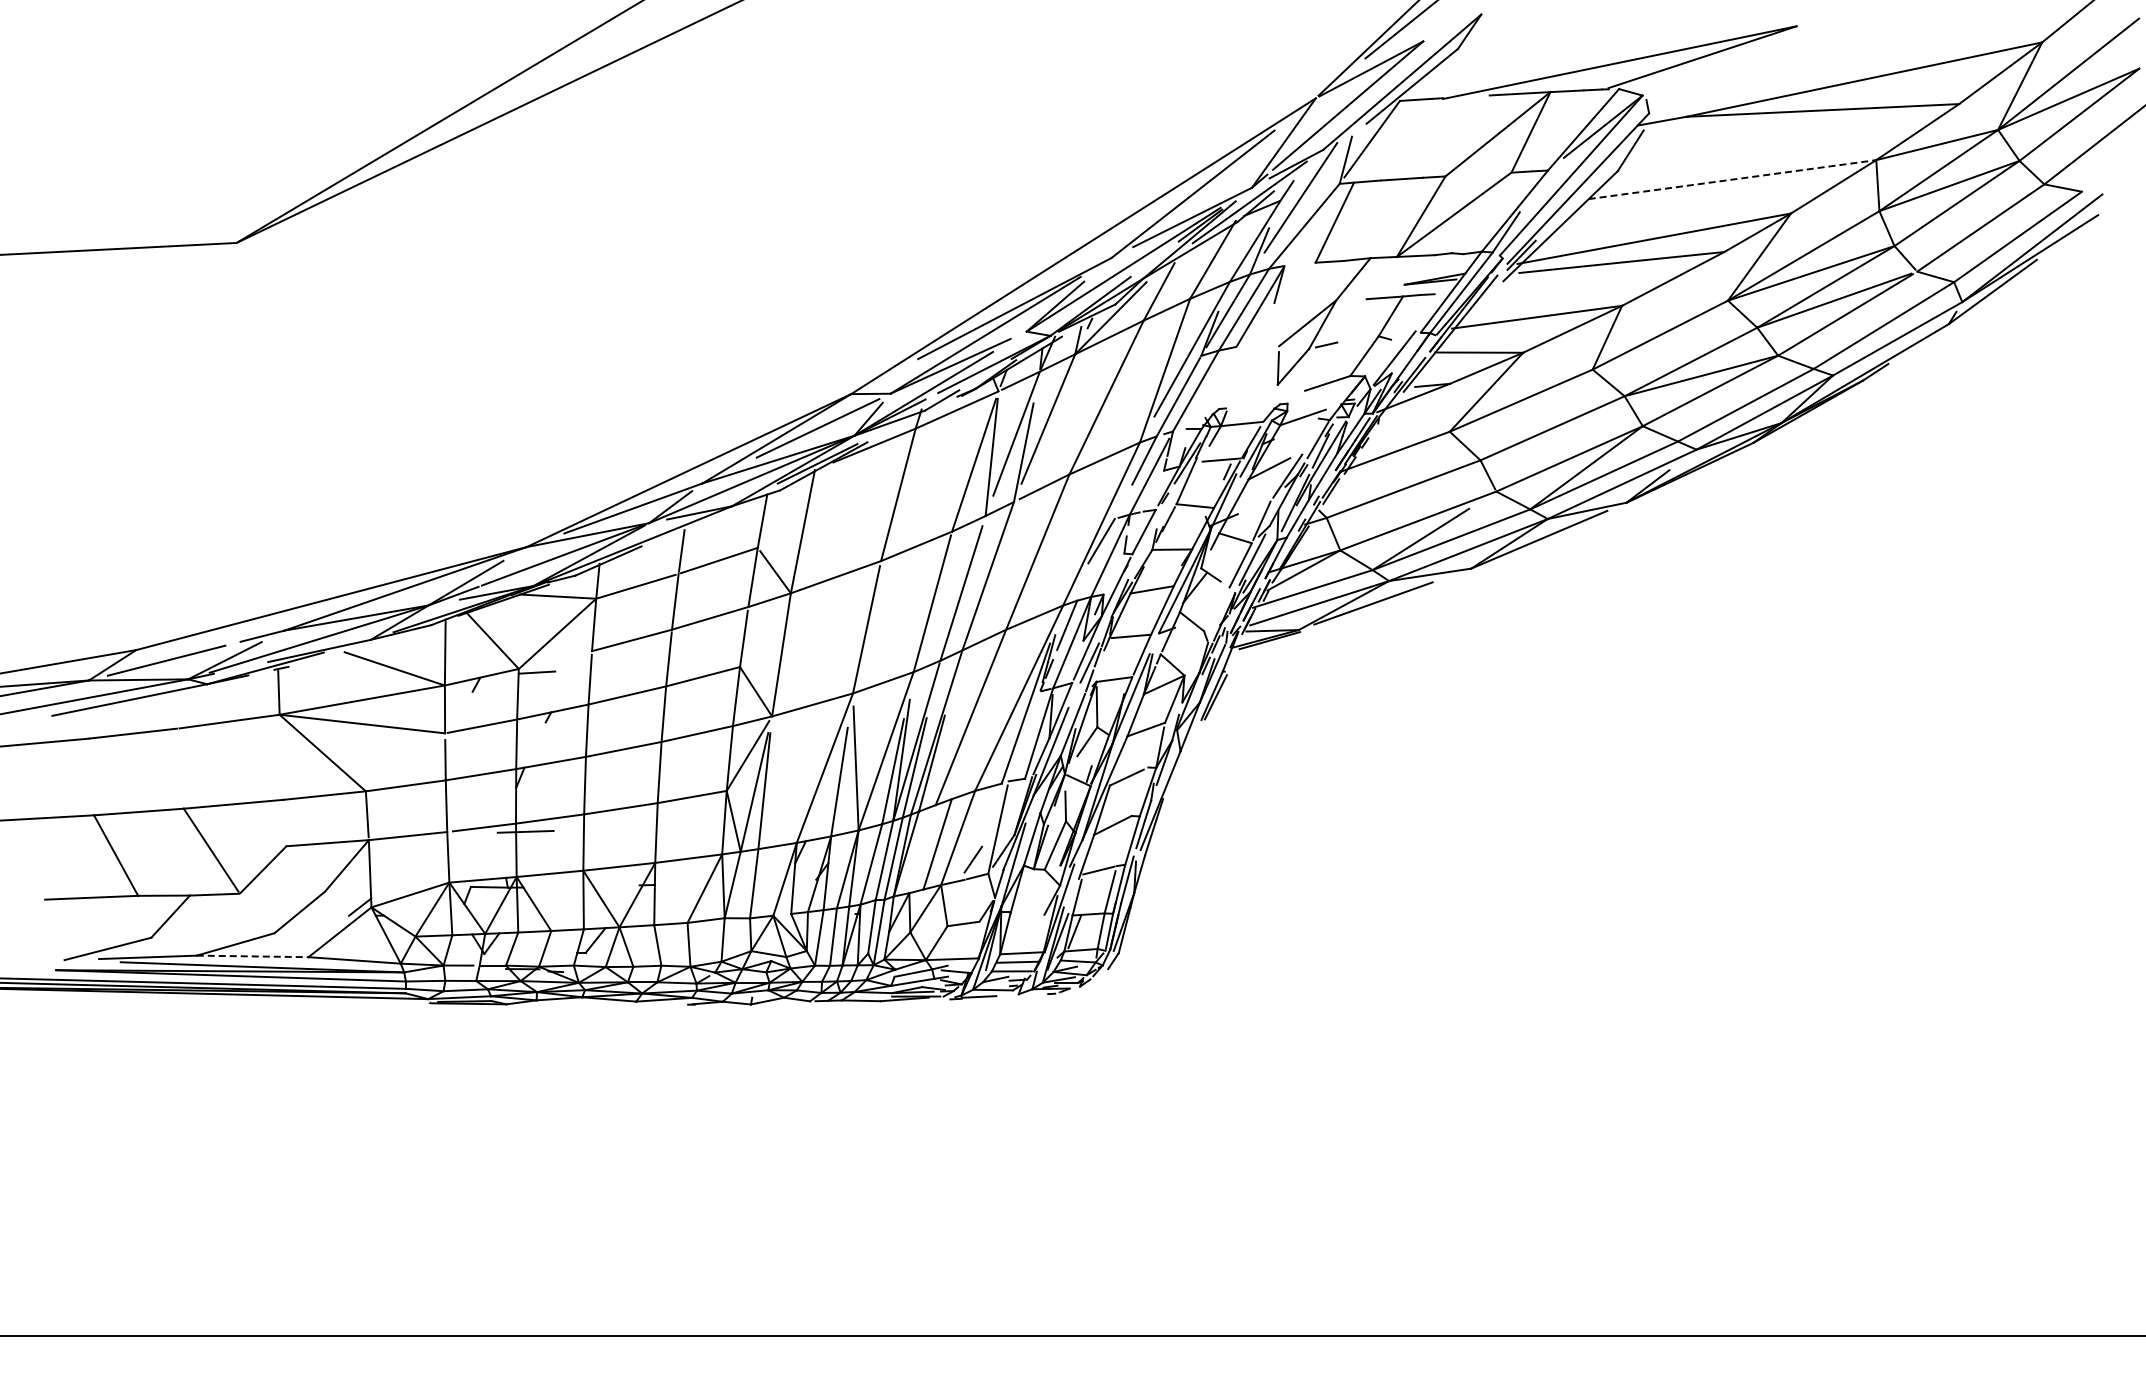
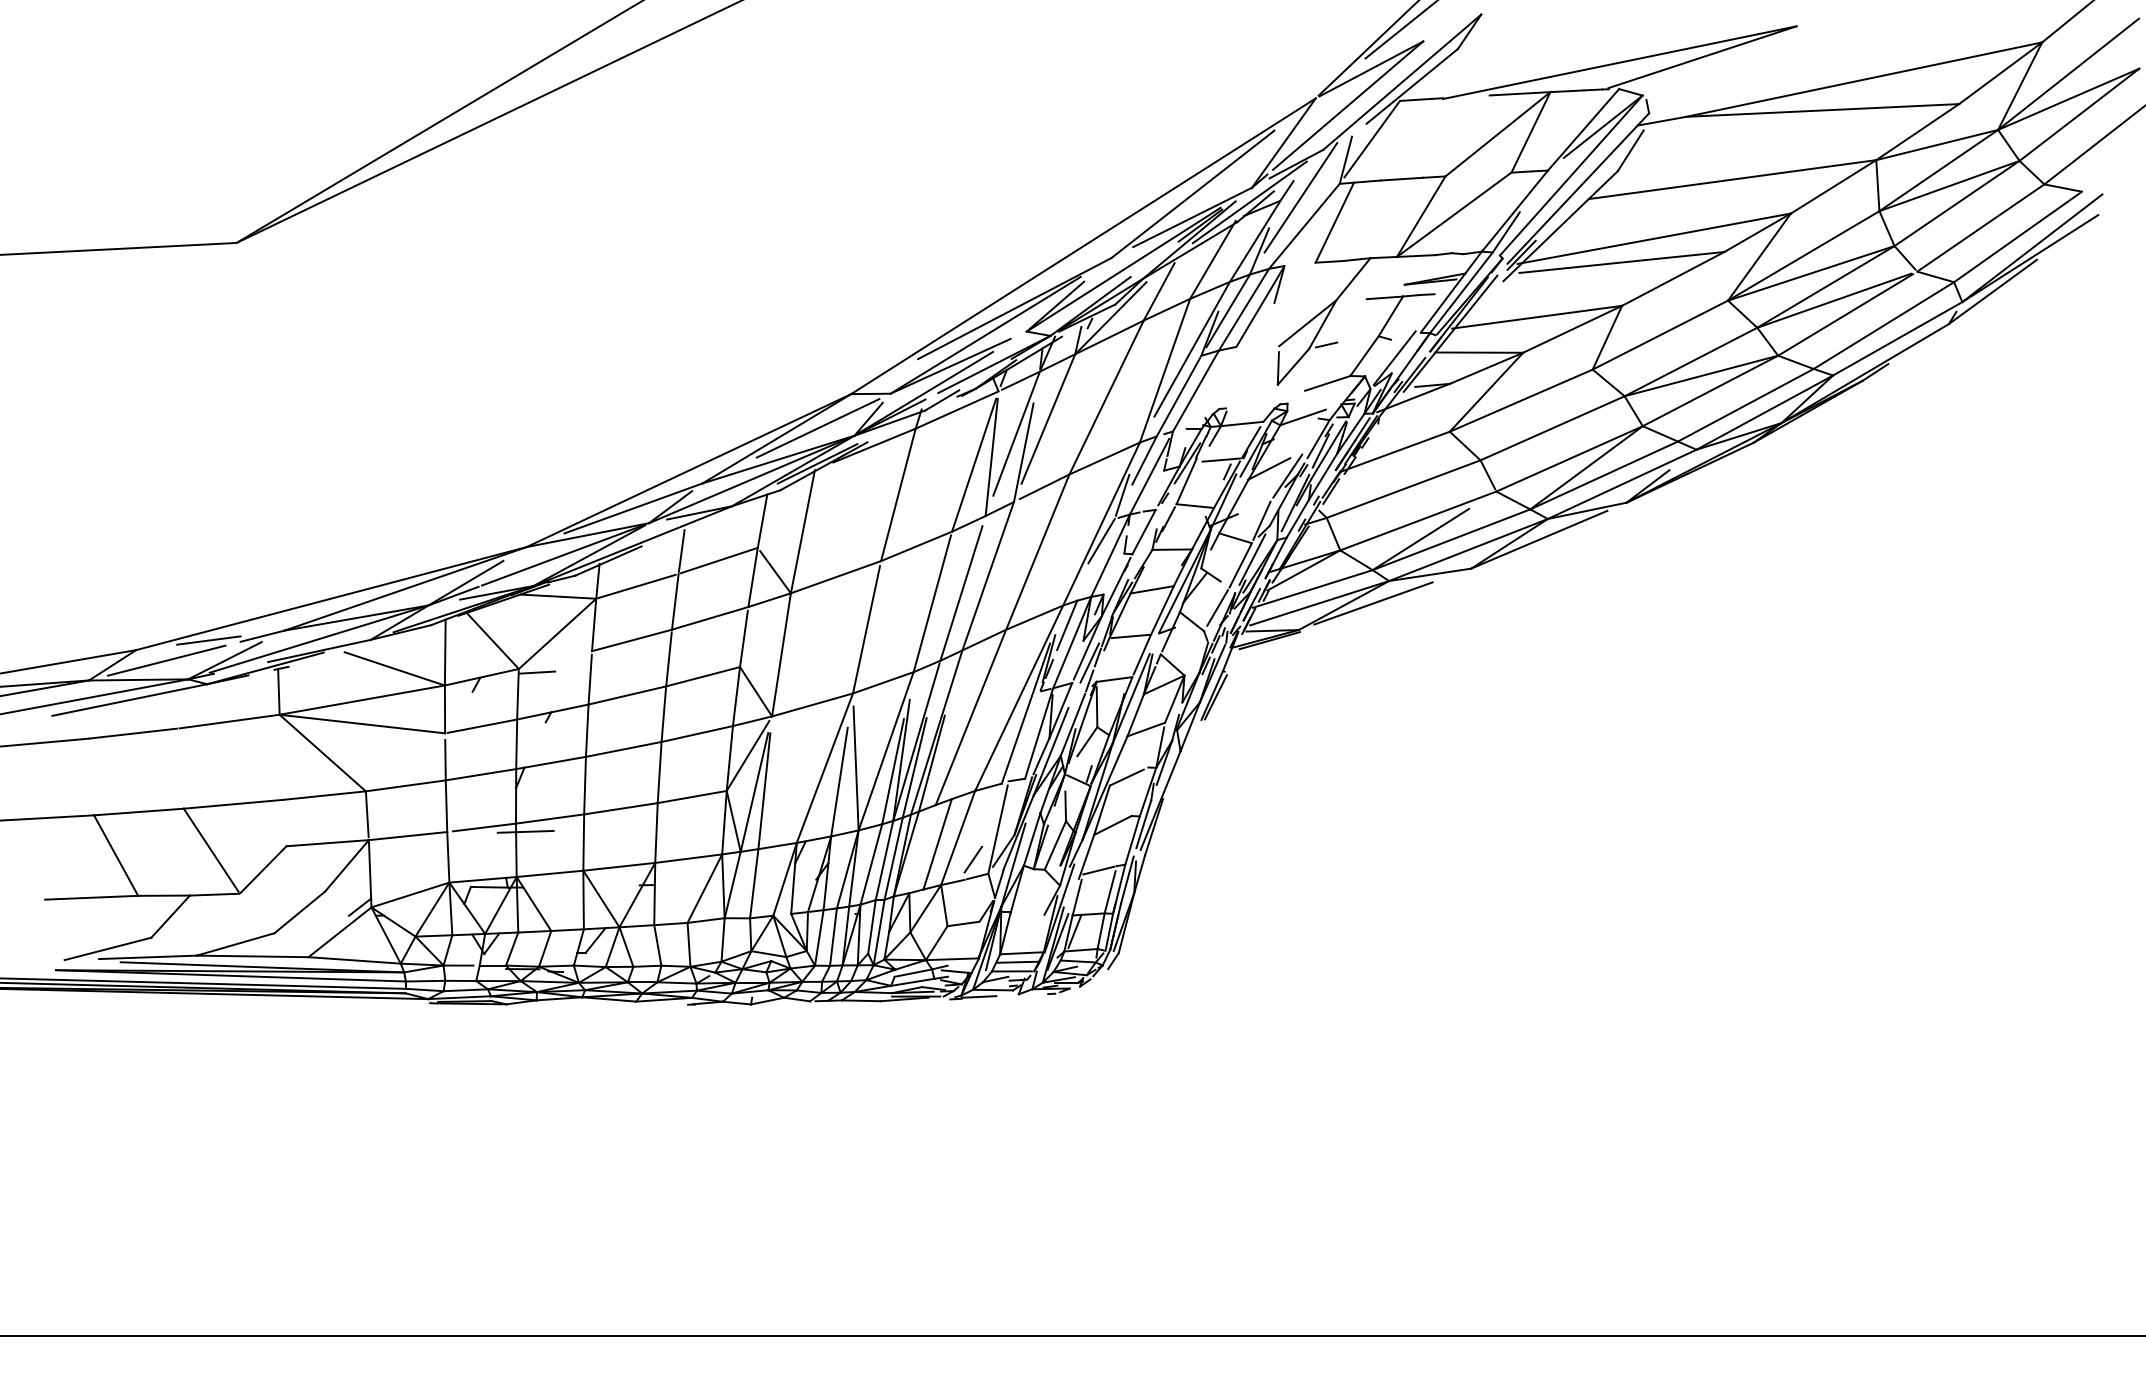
line at (1733, 179): dashed -> solid
line at (1122, 494): none -> present
line at (1217, 607): none -> present
line at (208, 640): none -> present
line at (252, 956): dashed -> solid
